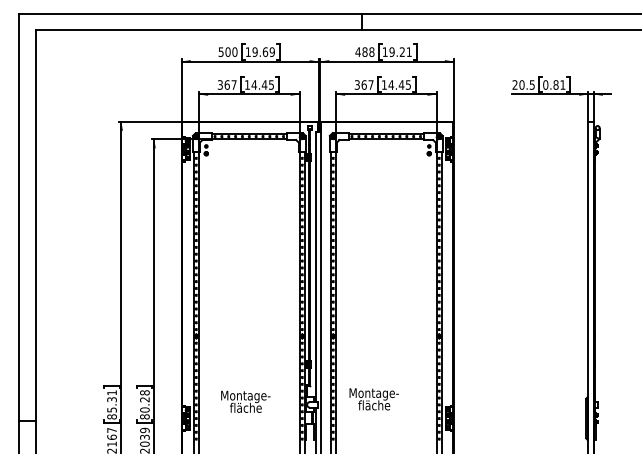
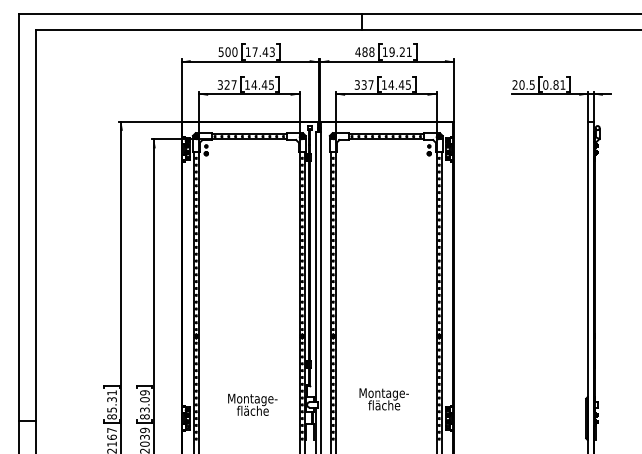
text at (263, 52): 19.69 -> 17.43
text at (226, 84): 367 -> 327
text at (363, 84): 367 -> 337
text at (373, 399) position: (373, 399) -> (383, 399)
text at (144, 401): 80.28 -> 83.09
text at (245, 401) position: (245, 401) -> (252, 404)
